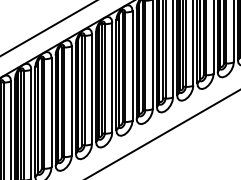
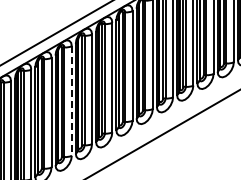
line at (47, 28) position: (47, 28) -> (55, 33)
line at (71, 100): solid -> dashed
